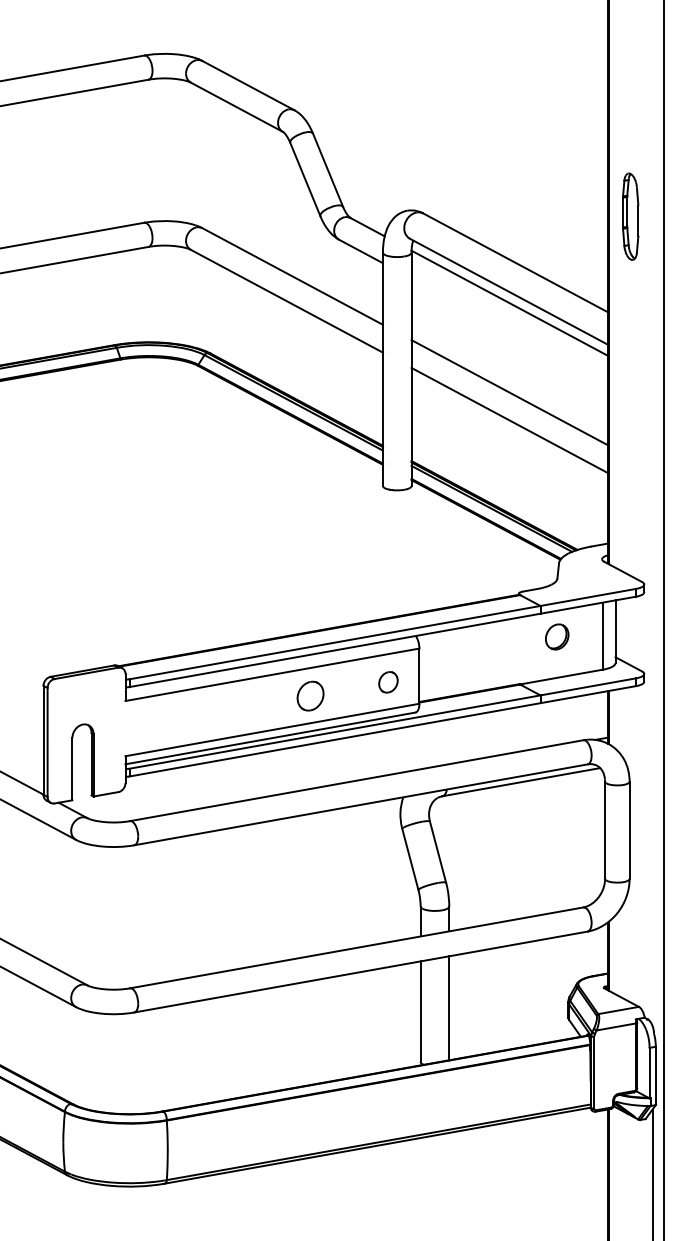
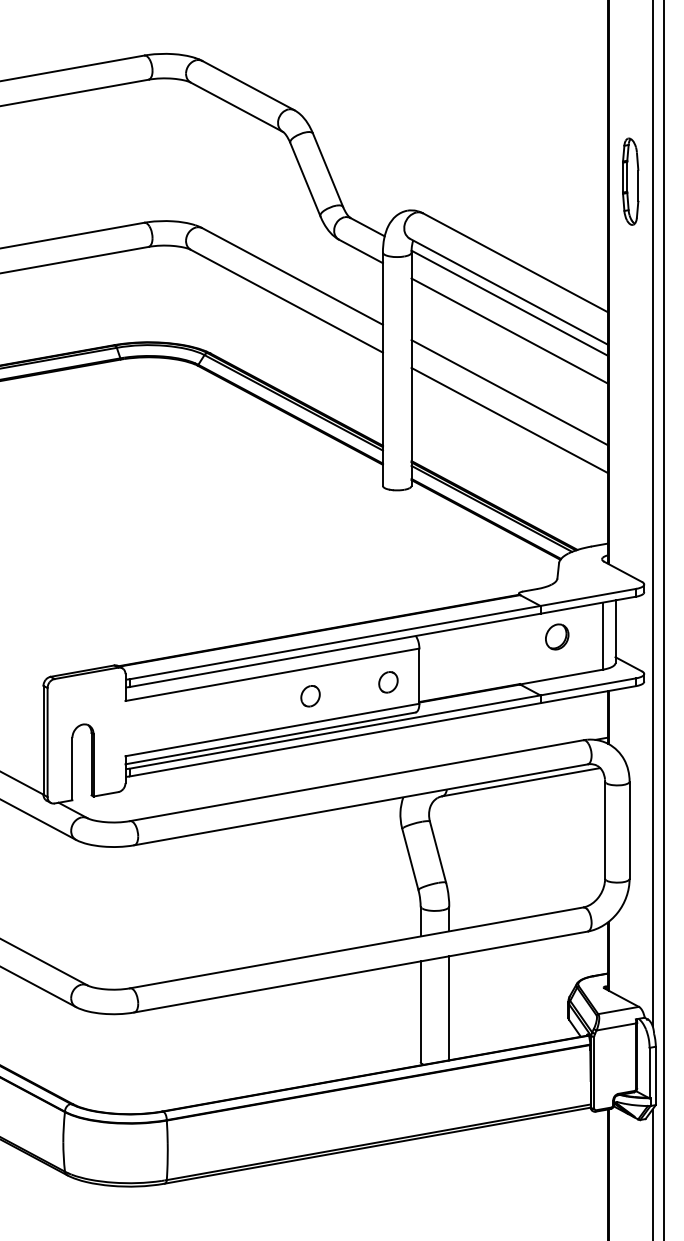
part at (630, 216) position: (630, 216) -> (630, 181)
line at (509, 330): none -> present
line at (652, 513): none -> present
part at (310, 695) size: 29x32 px -> 21x23 px
